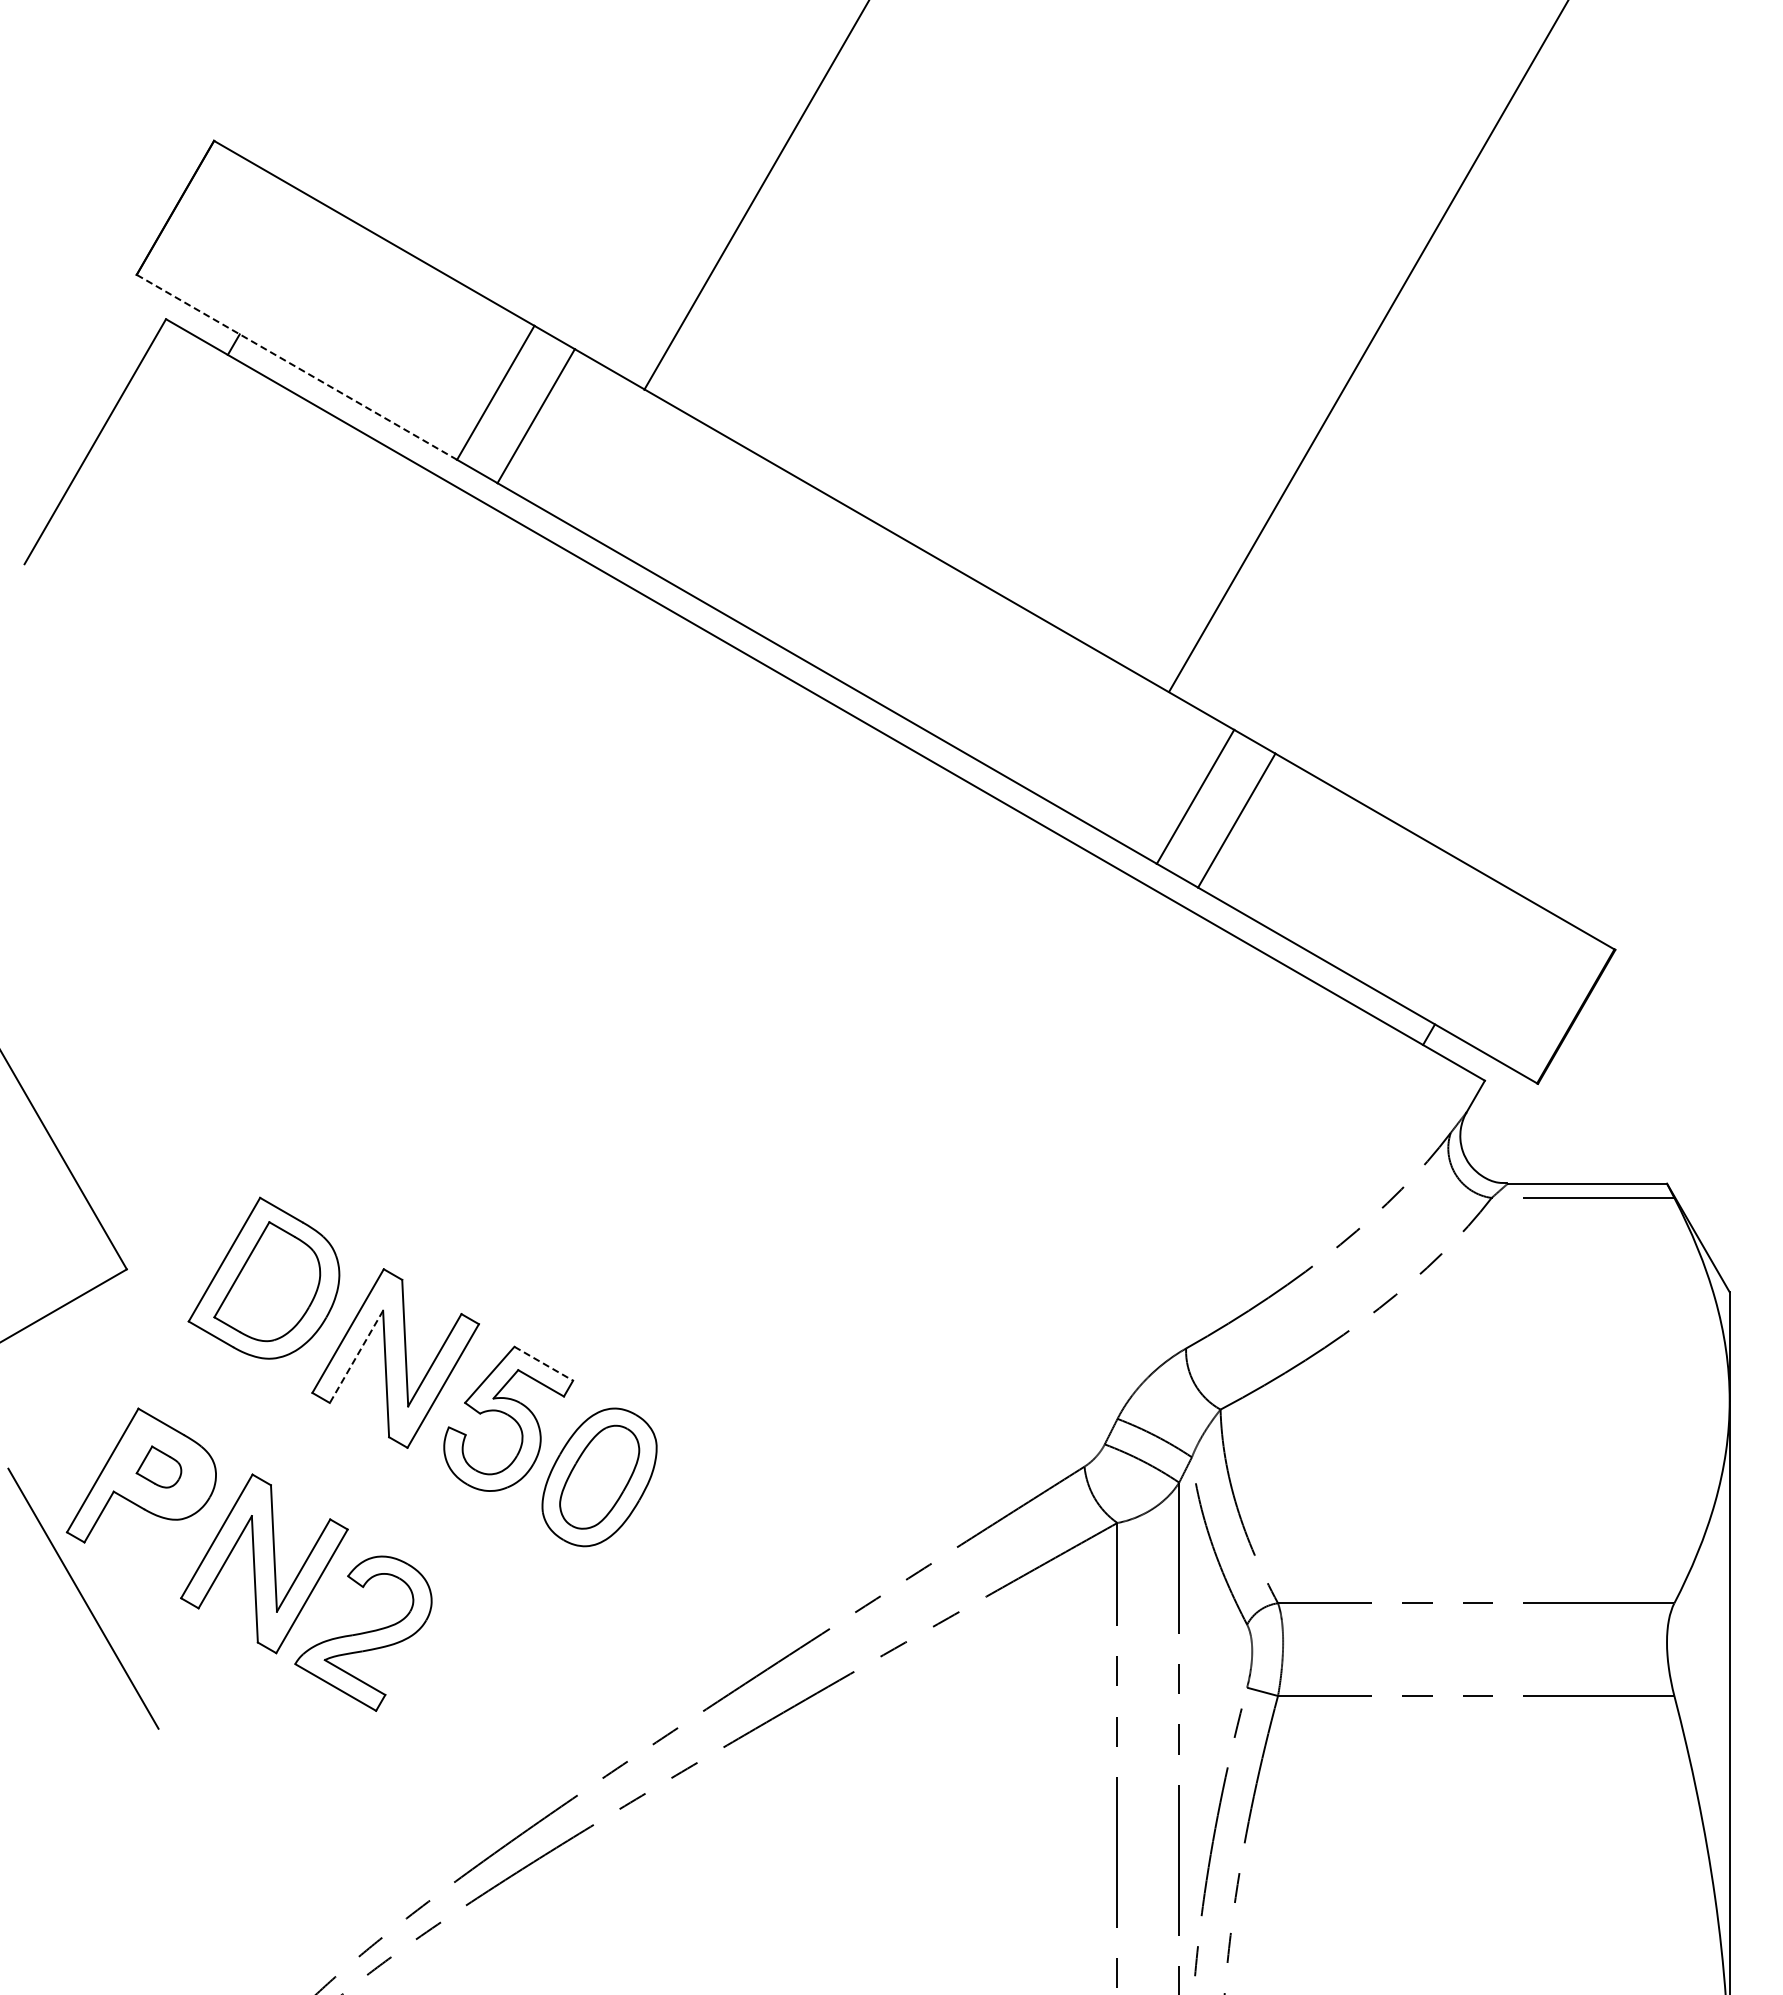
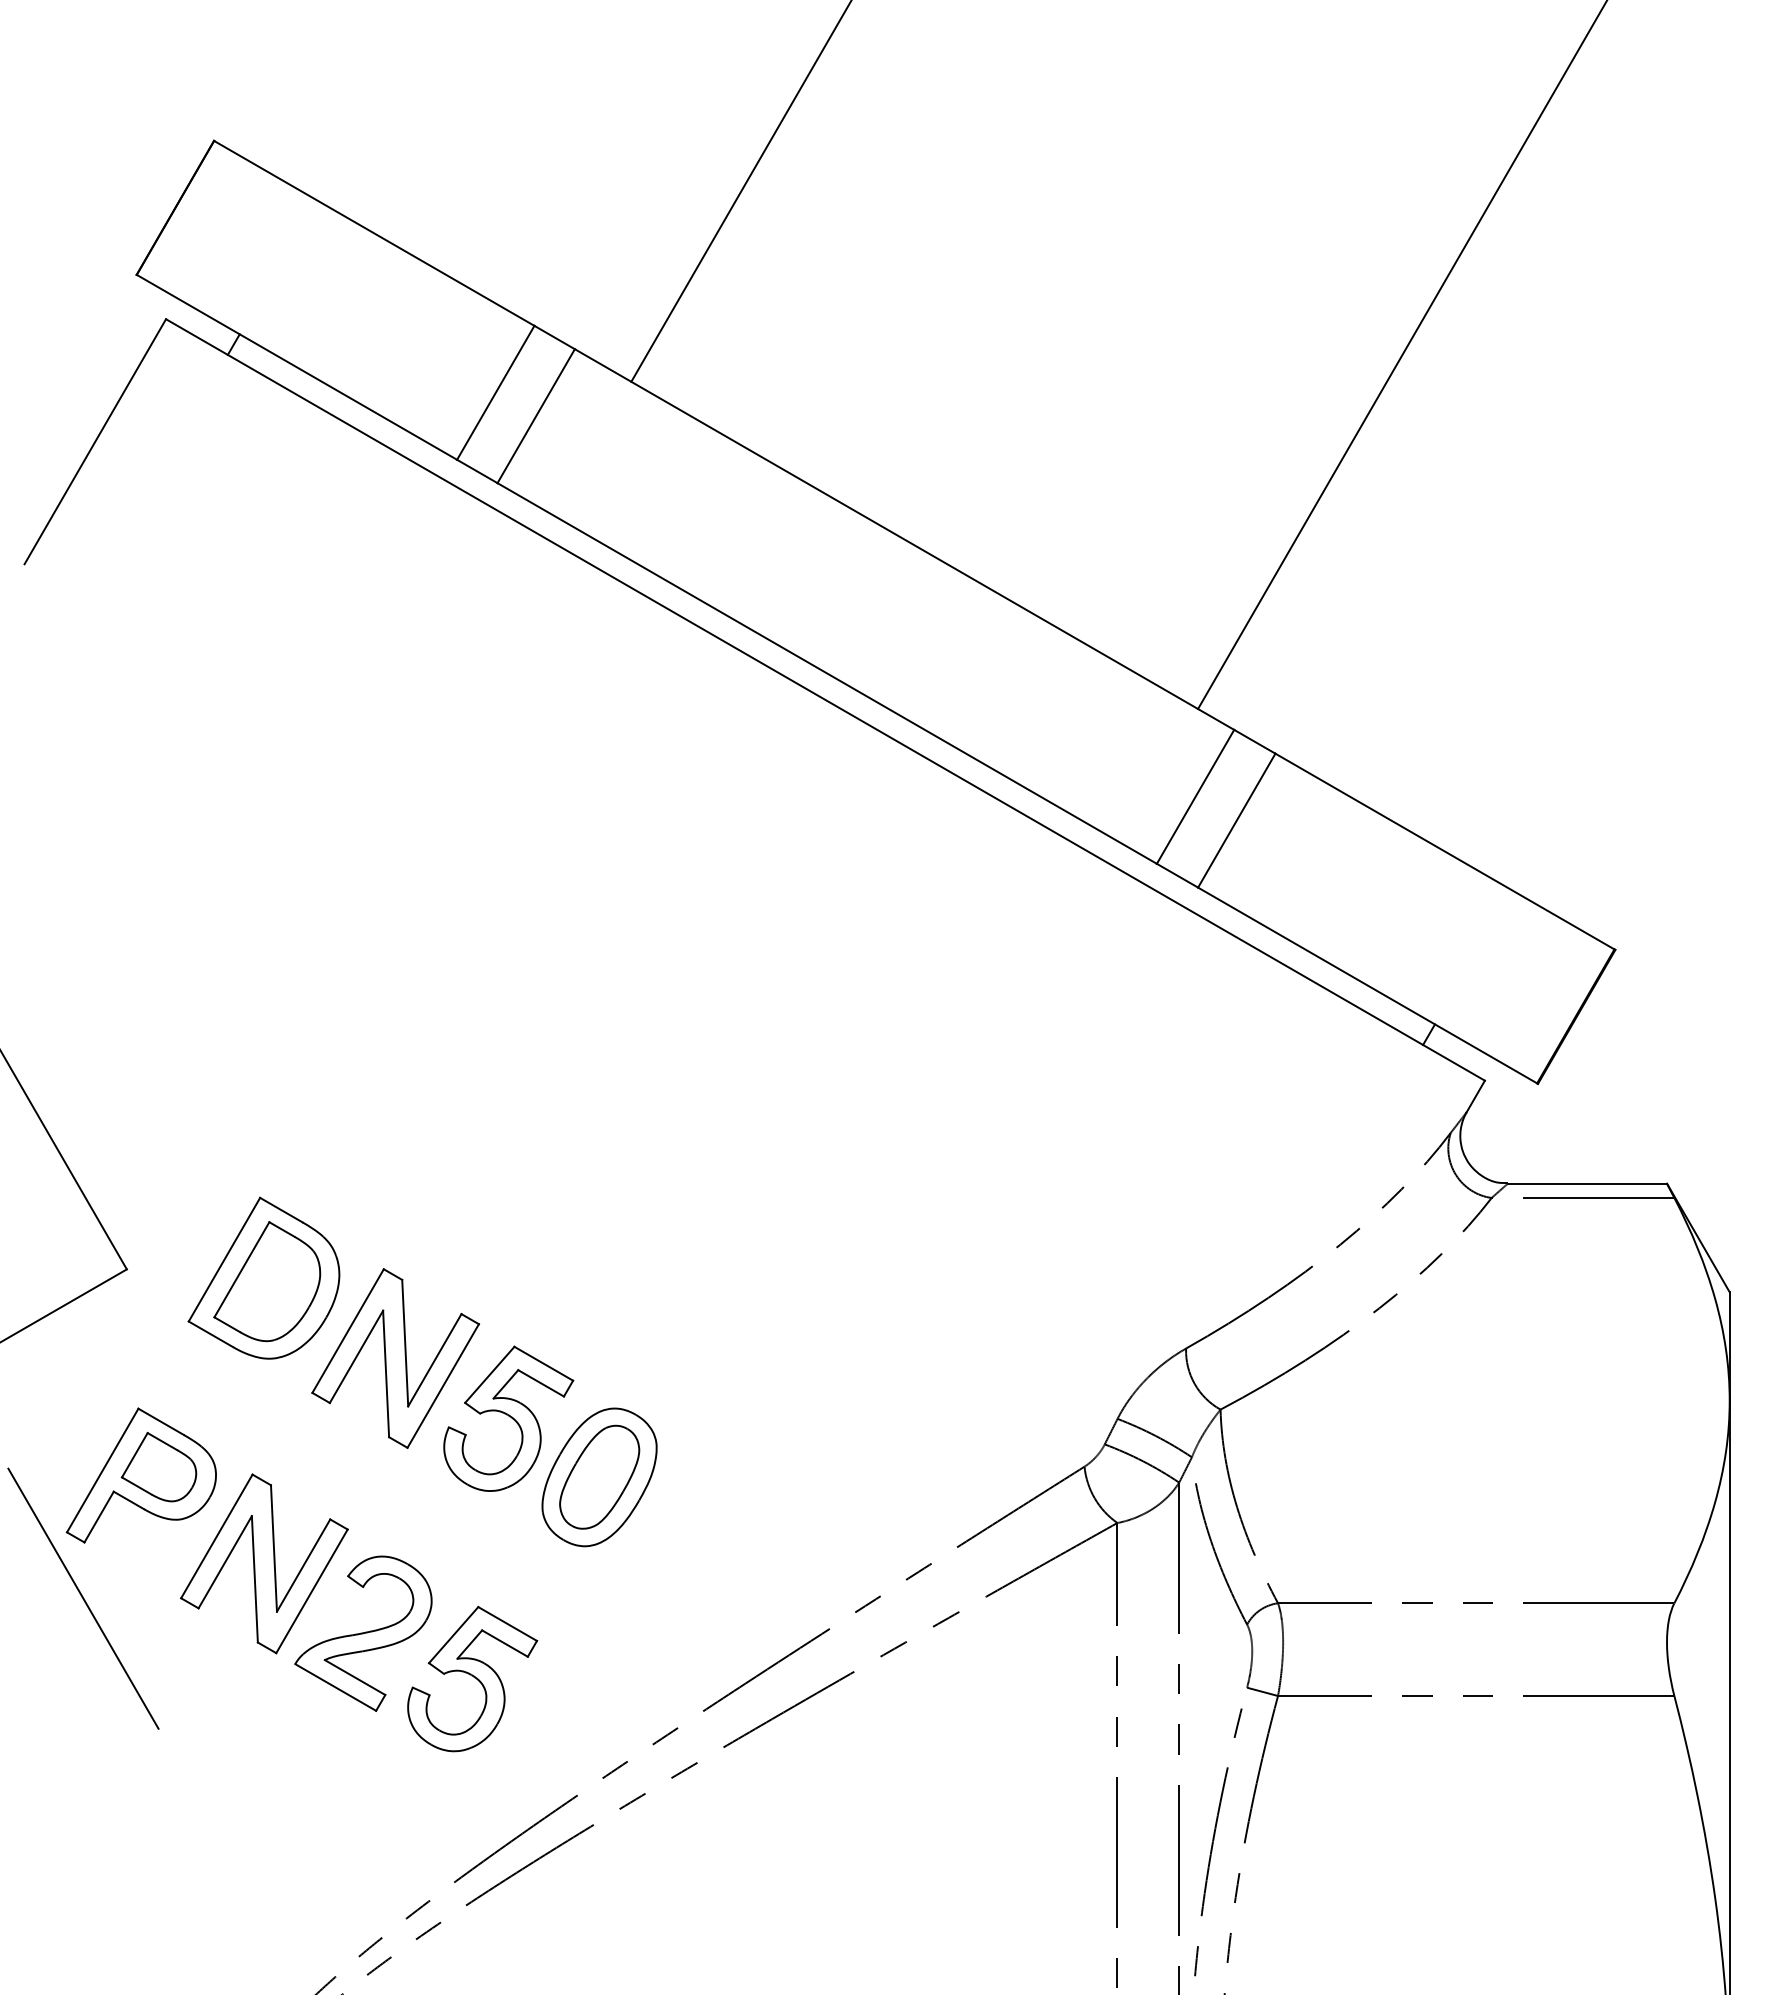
line at (755, 195) position: (755, 195) -> (740, 191)
line at (1368, 347) position: (1368, 347) -> (1401, 355)
line at (296, 367): dashed -> solid
line at (356, 1357): dashed -> solid
line at (543, 1363): dashed -> solid
part at (158, 1466) size: 48x44 px -> 78x72 px
part at (472, 1678): none -> present
